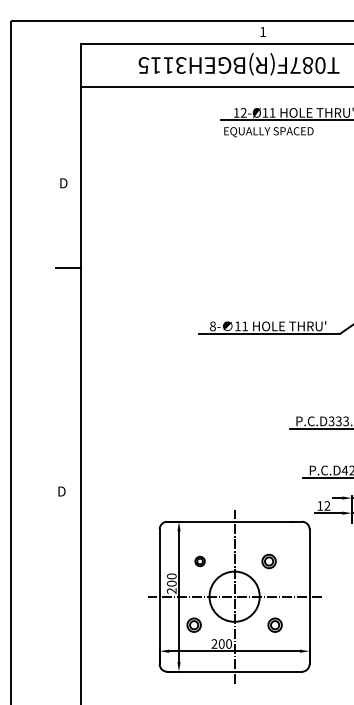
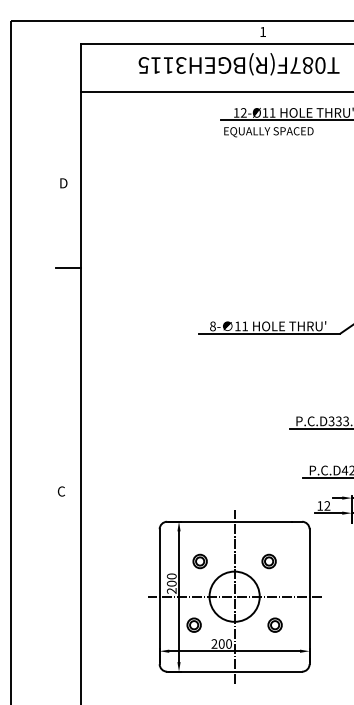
line at (215, 87) position: (215, 87) -> (215, 92)
text at (61, 491): D -> C
part at (199, 561) size: 12x13 px -> 16x17 px
